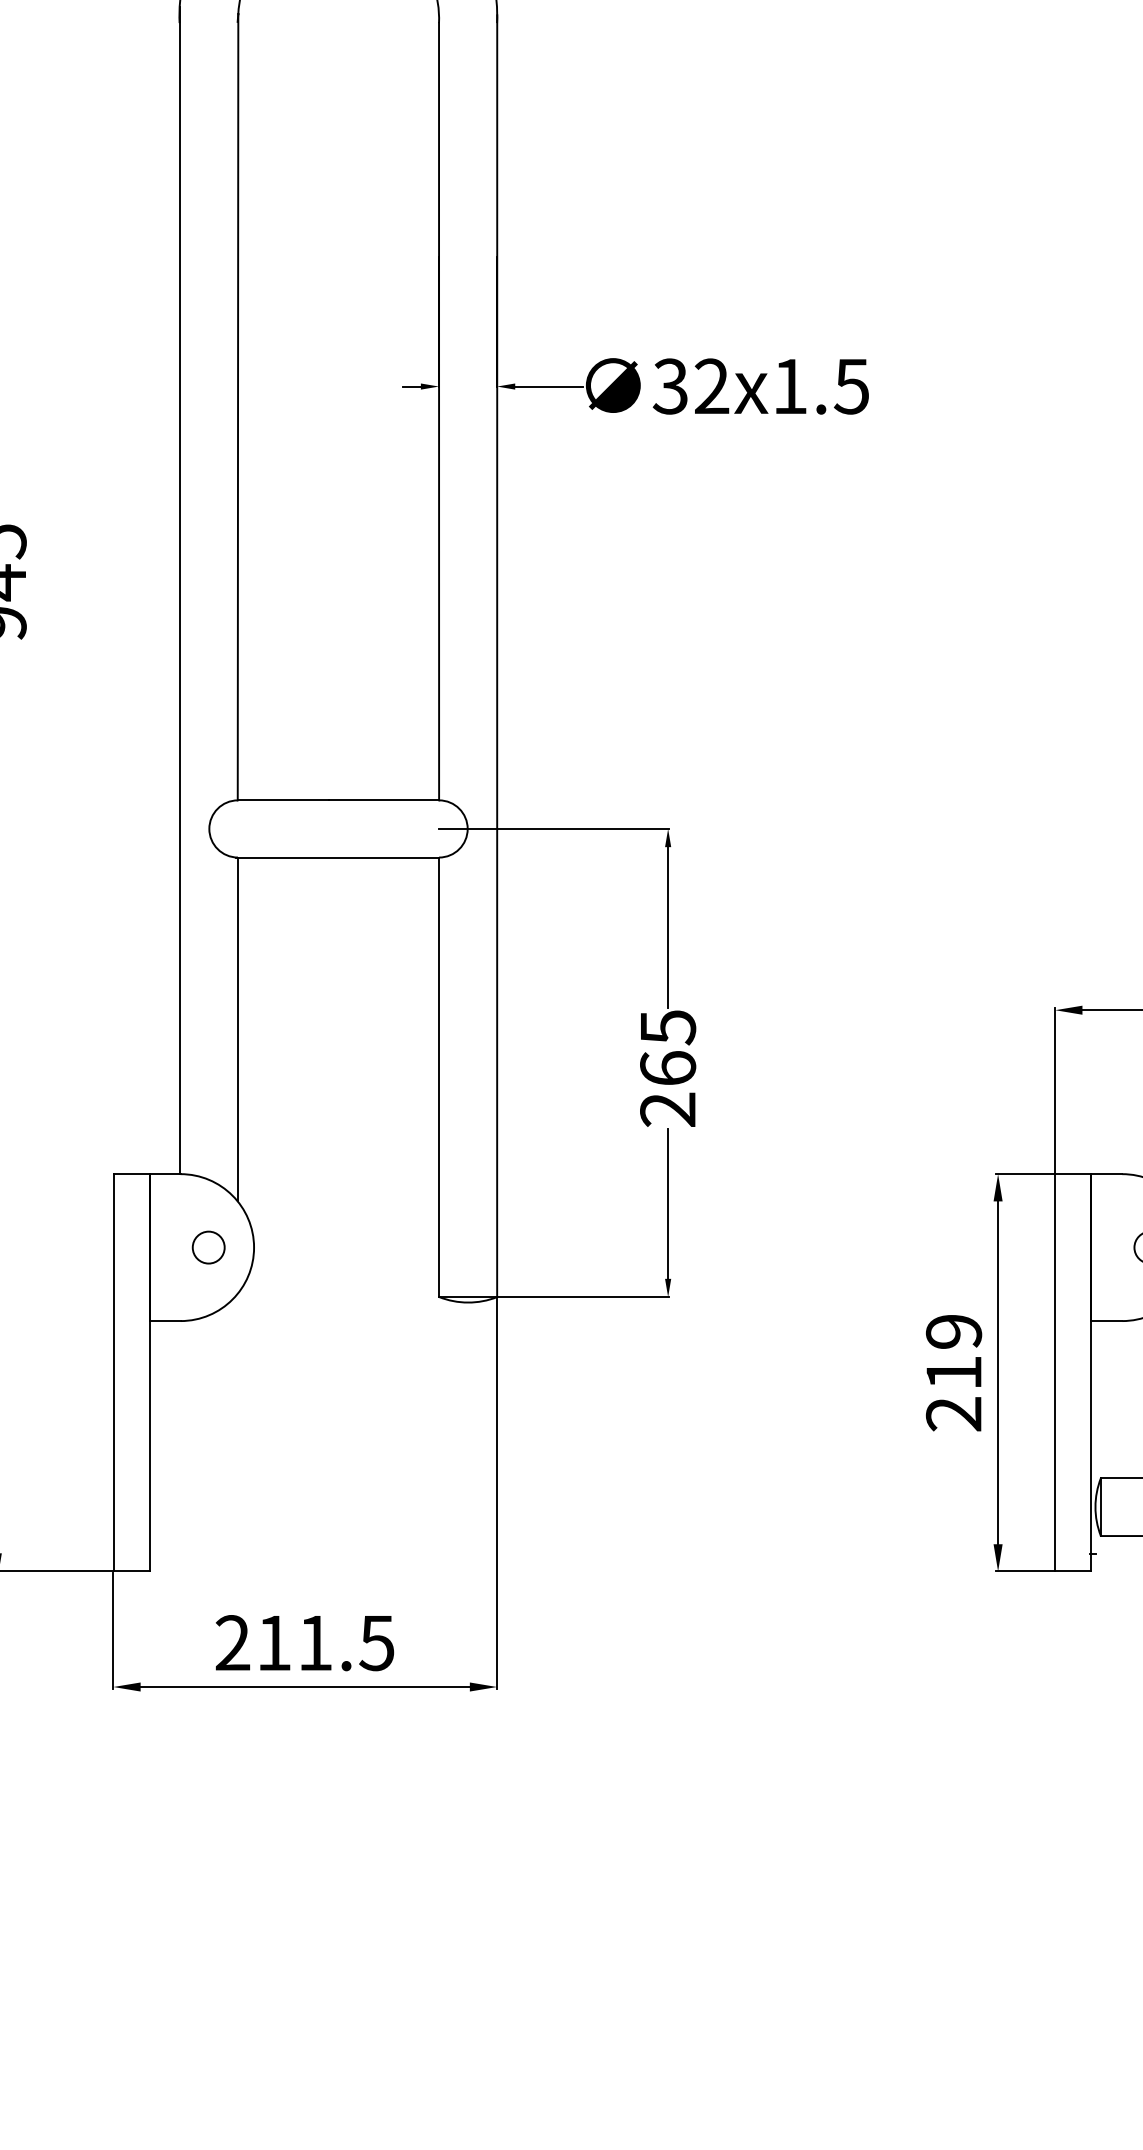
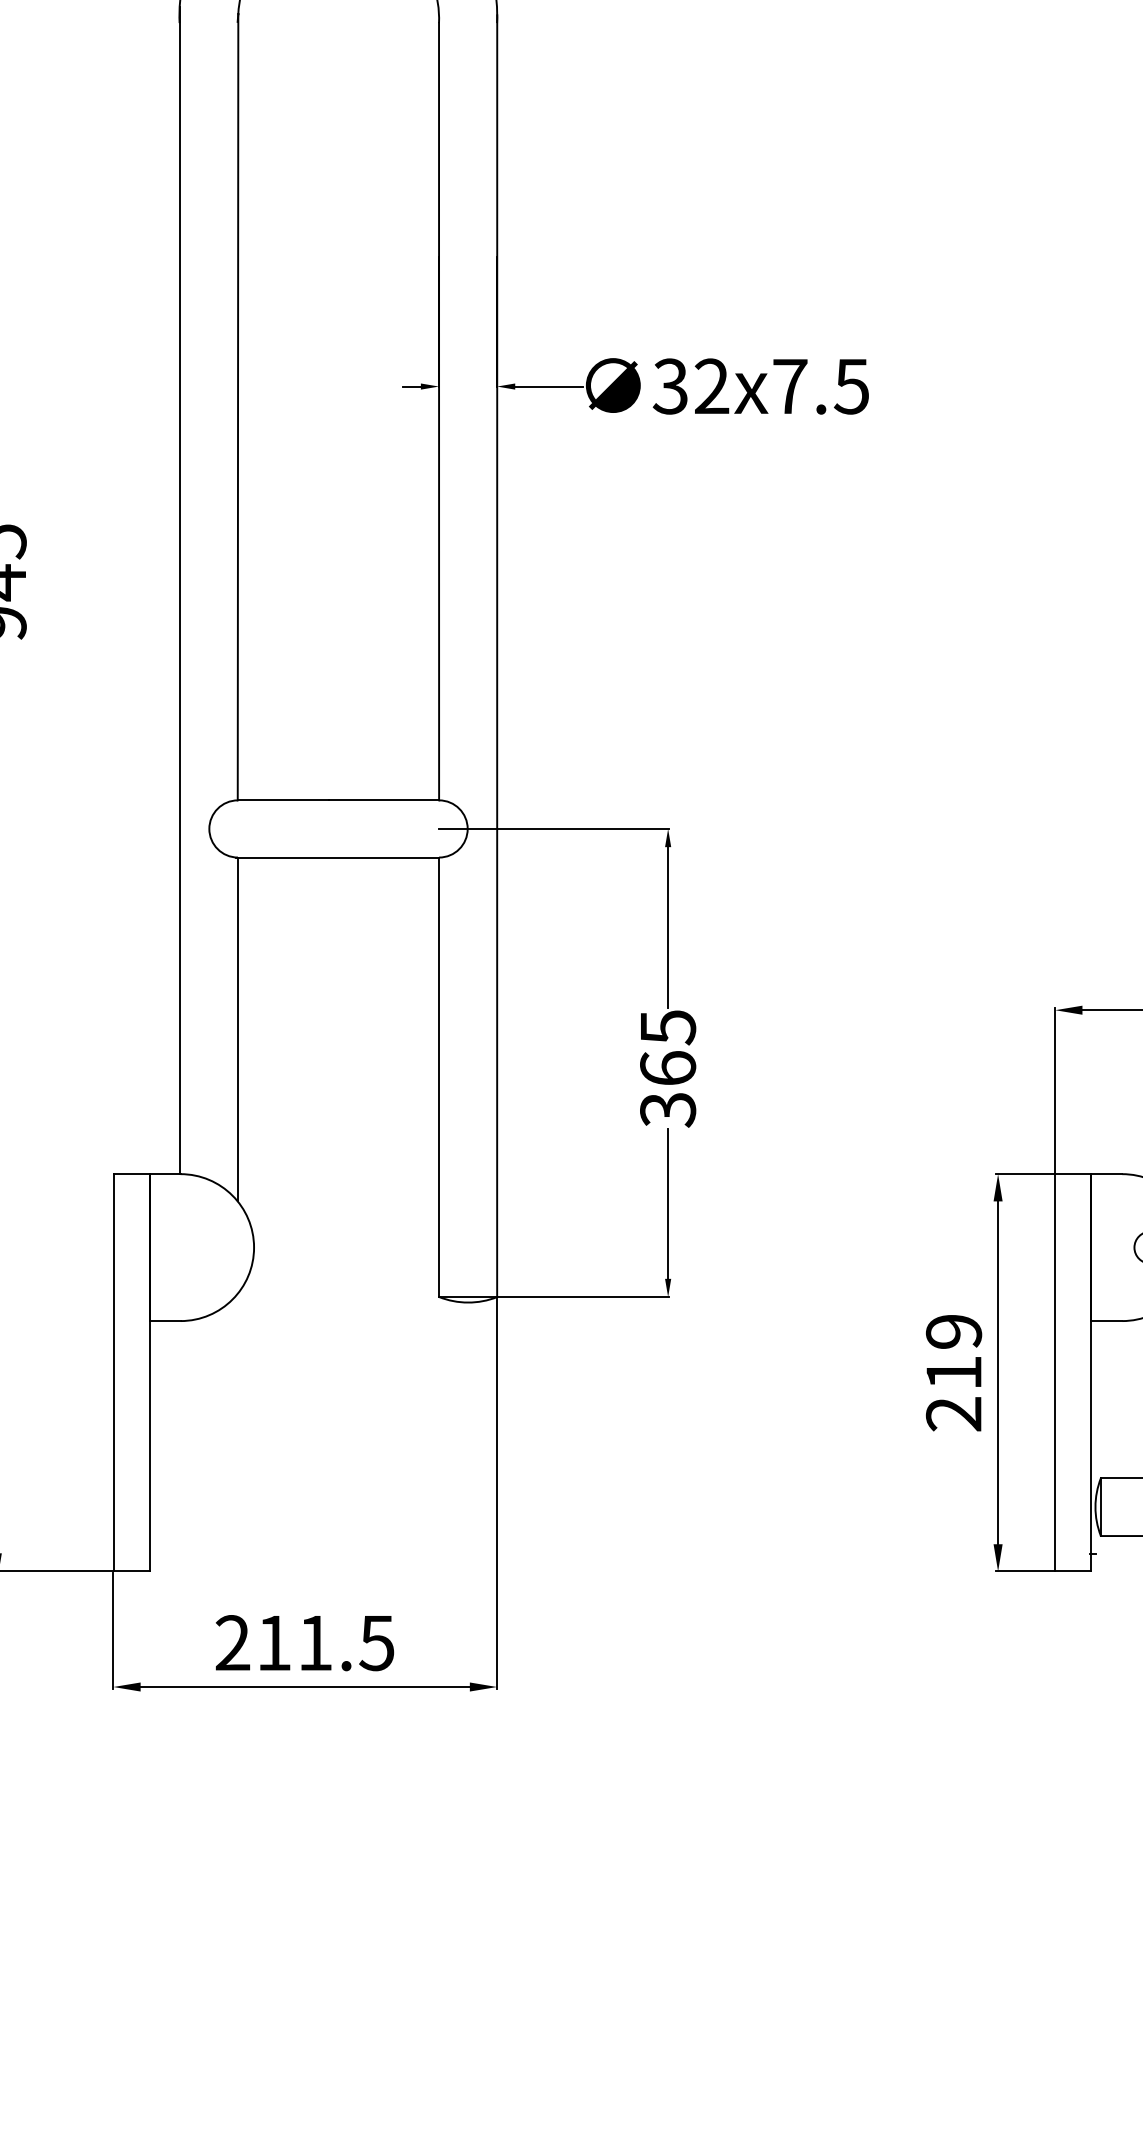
text at (790, 386): 32x1.5 -> 32x7.5
text at (668, 1109): 265 -> 365
circle at (208, 1247): present -> none
